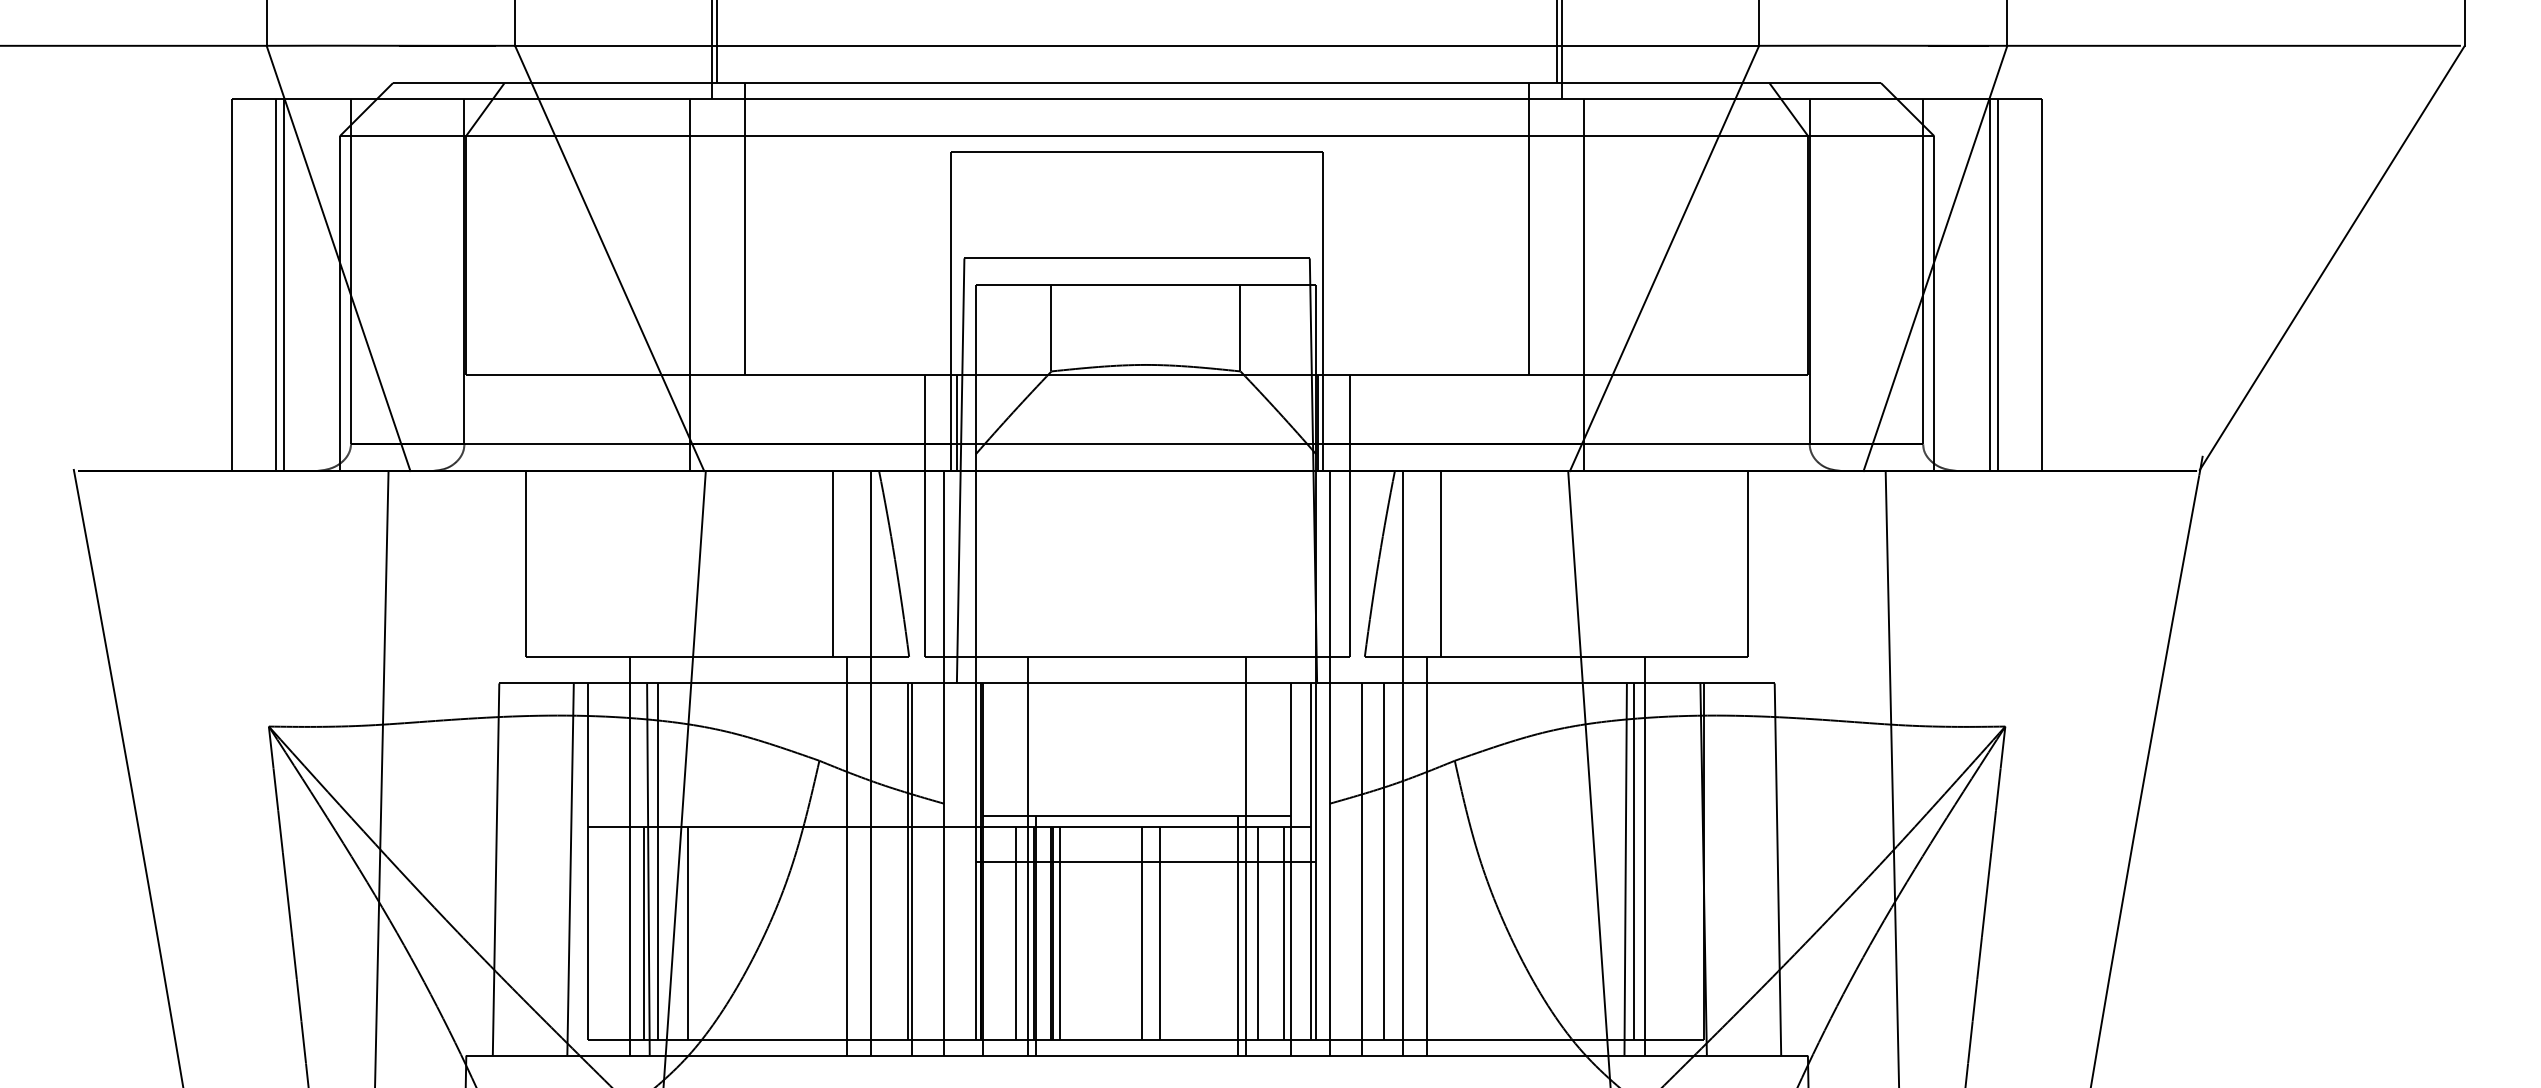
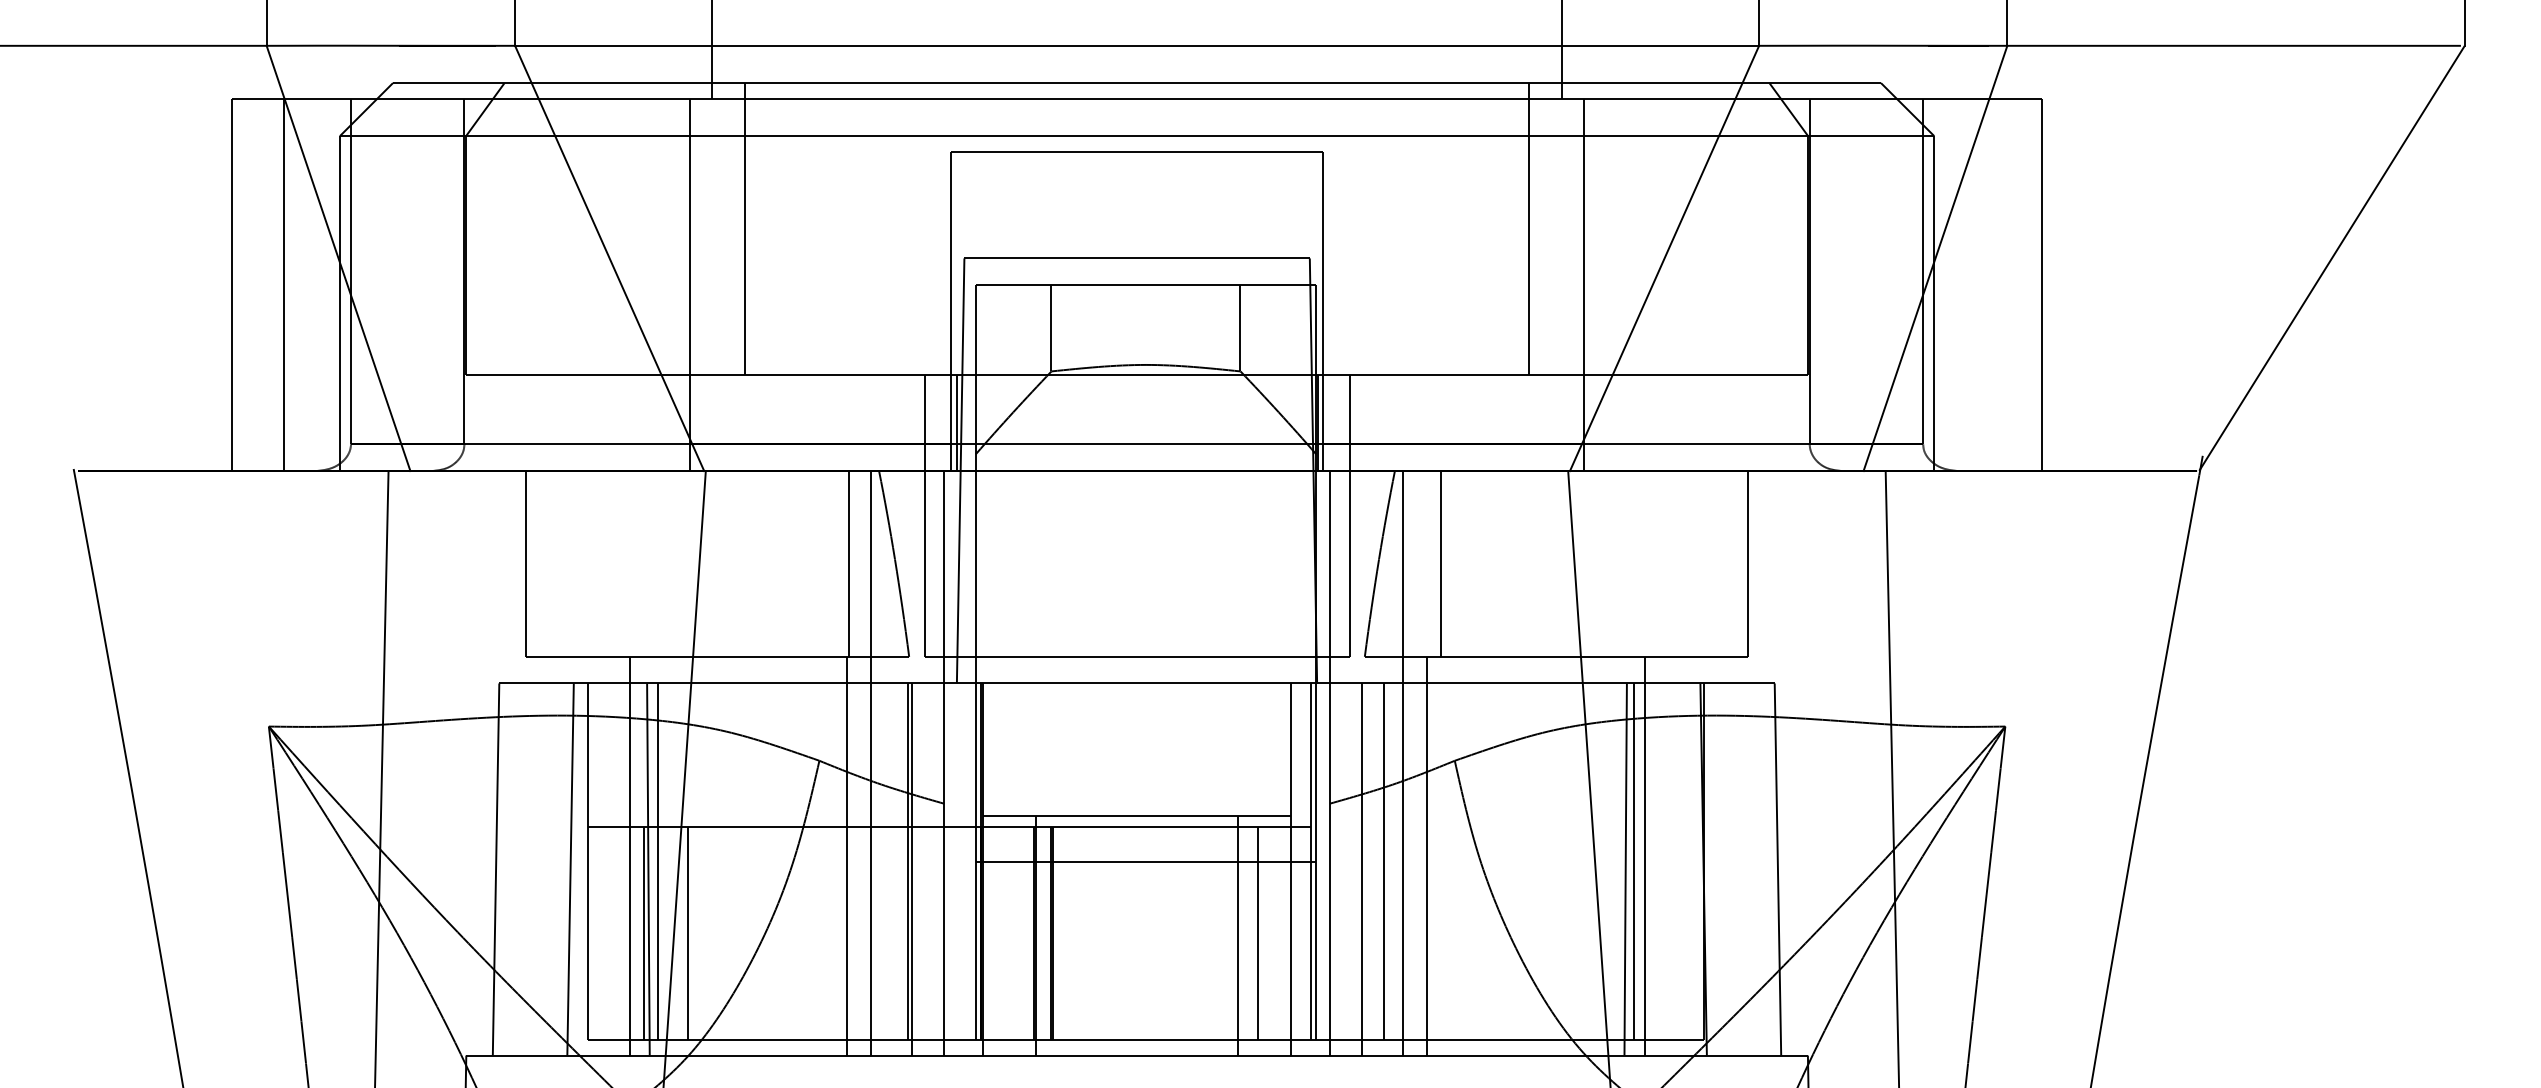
line at (717, 42): present -> none
line at (1556, 42): present -> none
line at (276, 284): present -> none
line at (1989, 284): present -> none
line at (1998, 284): present -> none
line at (833, 563) position: (833, 563) -> (849, 563)
line at (1028, 855): present -> none
line at (1246, 855): present -> none
line at (1016, 932): present -> none
line at (1060, 932): present -> none
line at (1142, 932): present -> none
line at (1159, 932): present -> none
line at (1284, 932): present -> none
